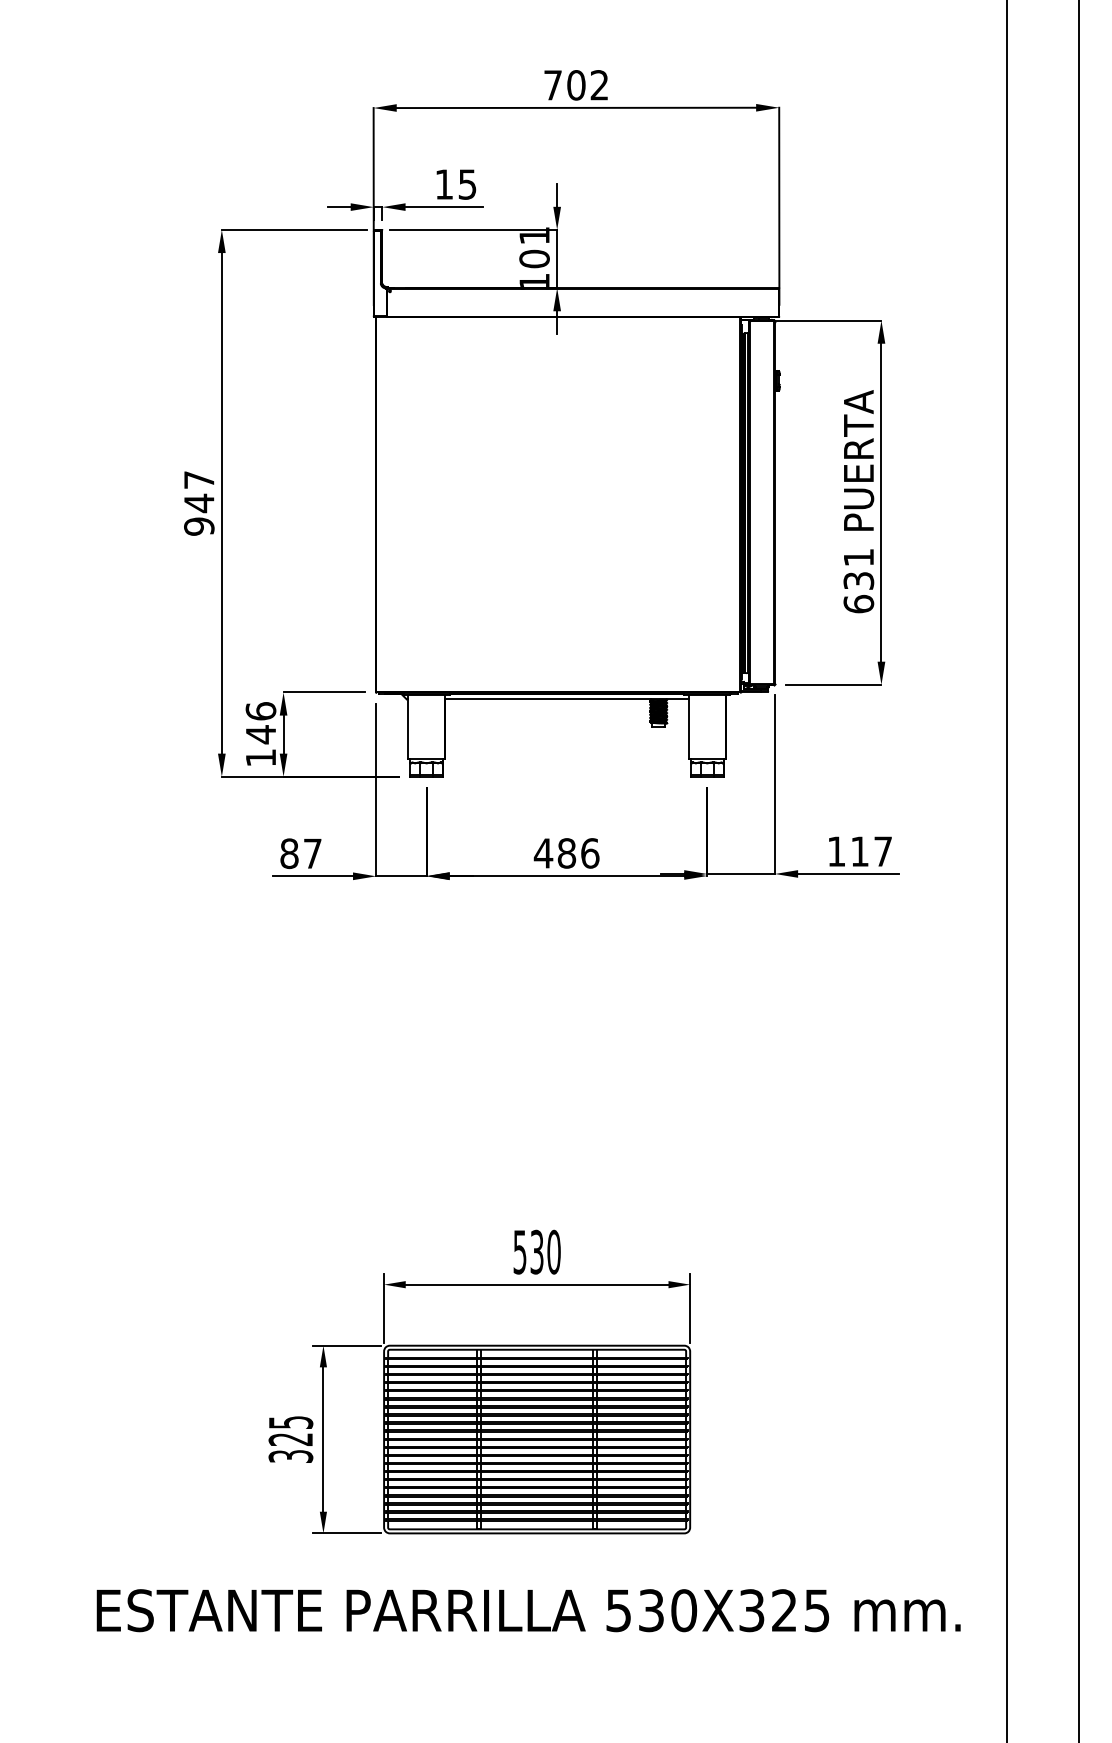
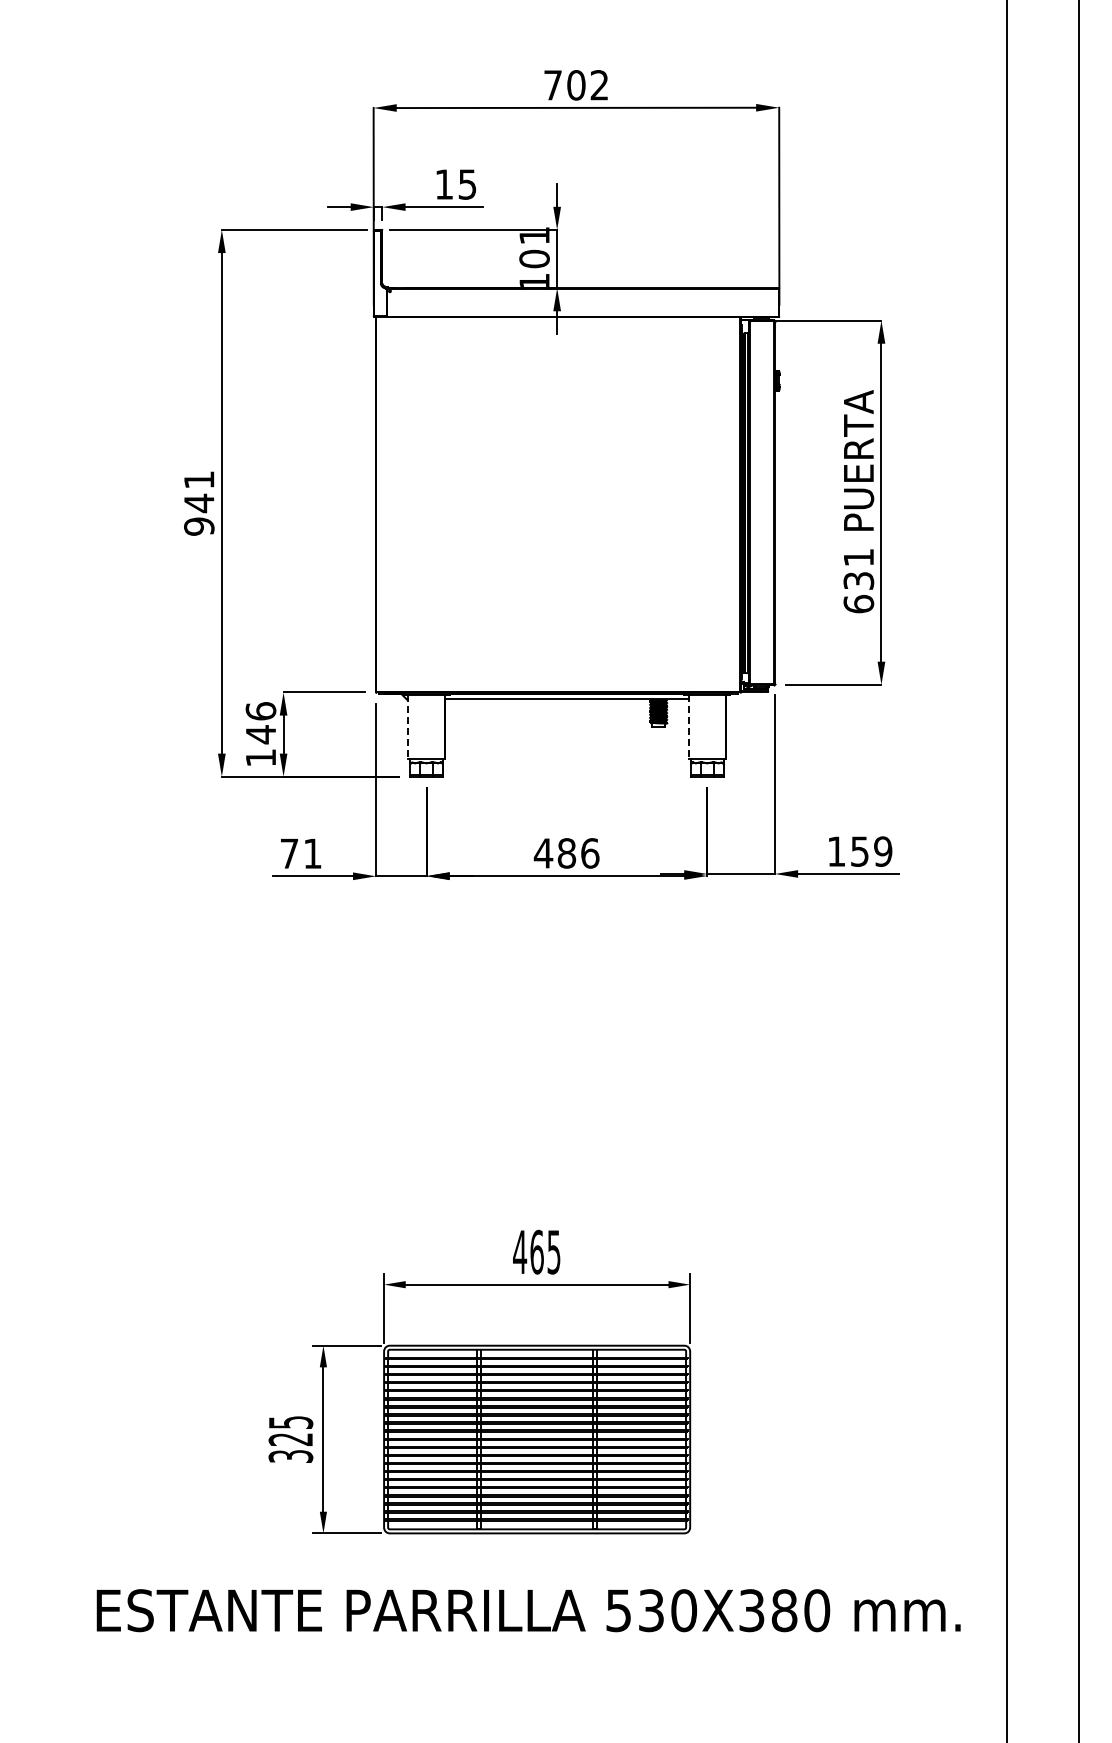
text at (199, 479): 947 -> 941
line at (407, 726): solid -> dashed
line at (688, 726): solid -> dashed
text at (871, 851): 117 -> 159
text at (300, 853): 87 -> 71
text at (536, 1251): 530 -> 465
text at (800, 1610): 530X325 -> 530X380
